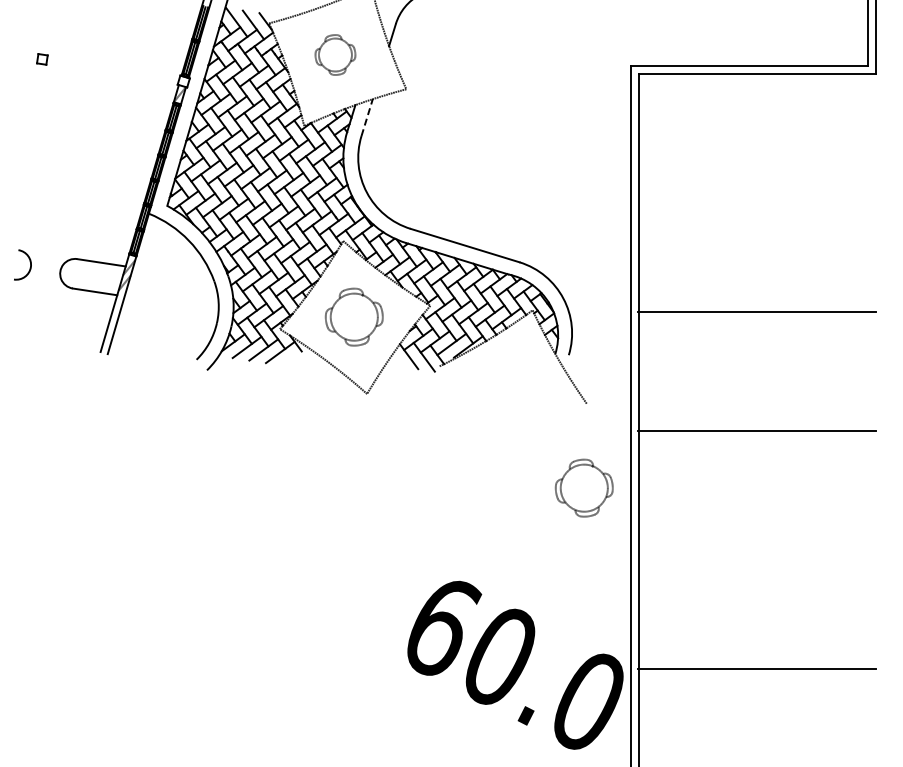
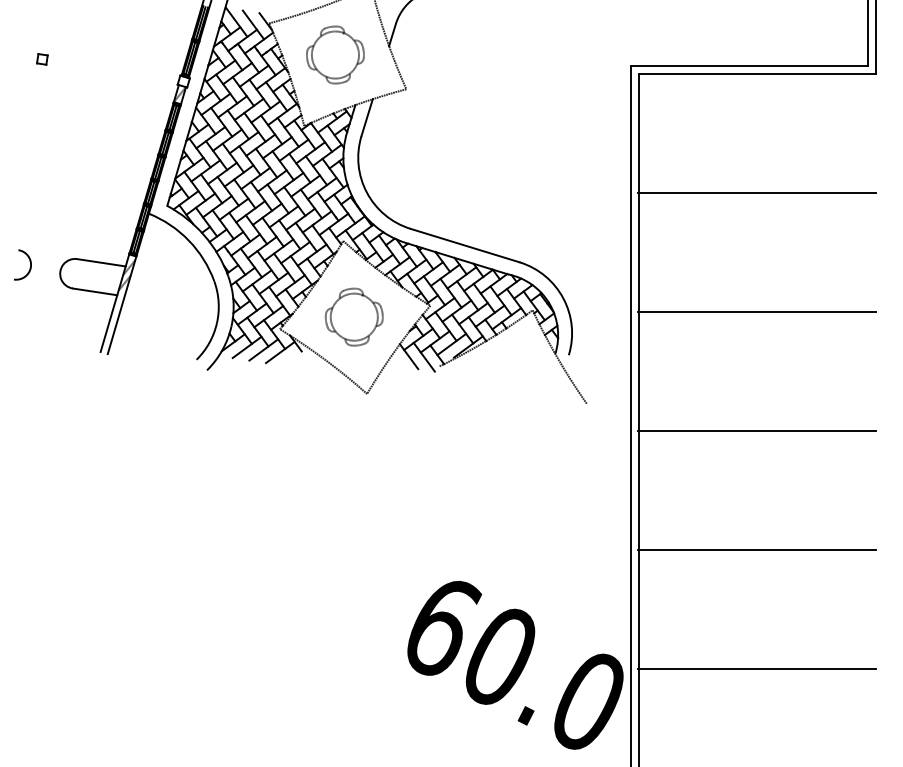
part at (335, 54) size: 43x42 px -> 59x60 px
line at (367, 117): dashed -> solid
line at (756, 192): none -> present
part at (584, 487): present -> none
line at (756, 549): none -> present
